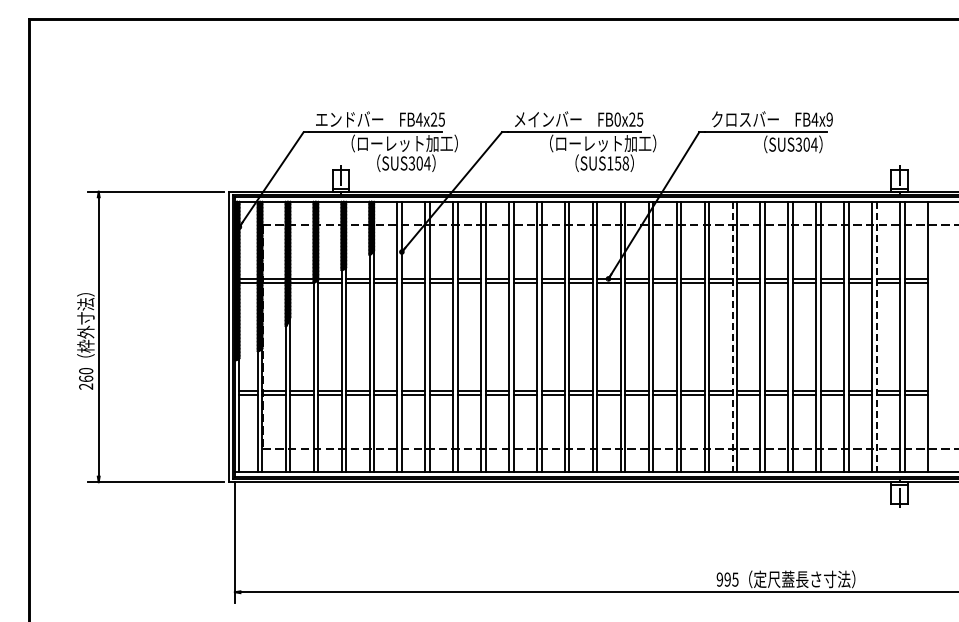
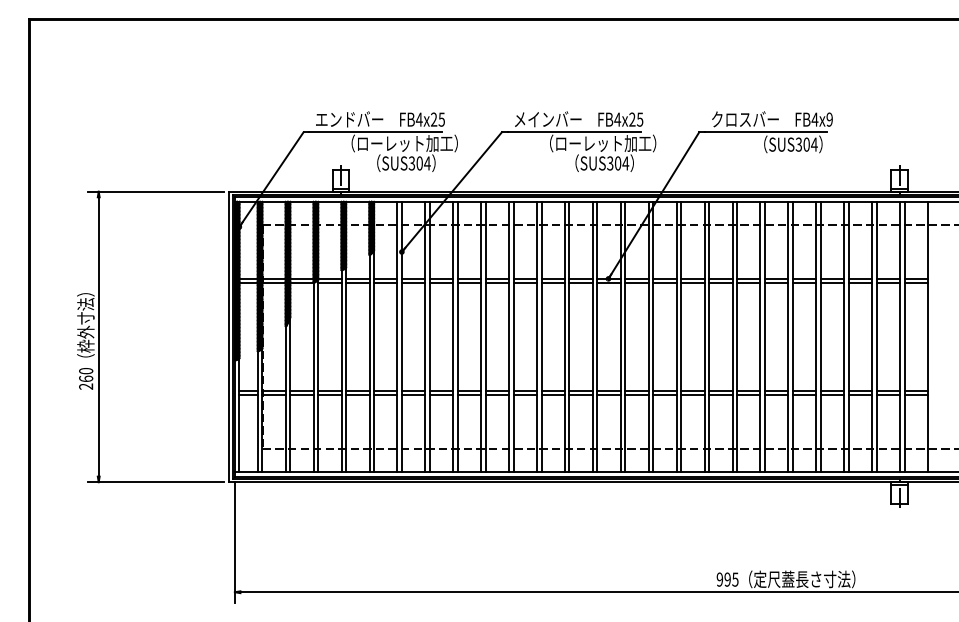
text at (617, 119): FB0x25 -> FB4x25
text at (618, 163): SUS158 -> SUS304
line at (732, 337): dashed -> solid
line at (876, 337): dashed -> solid
